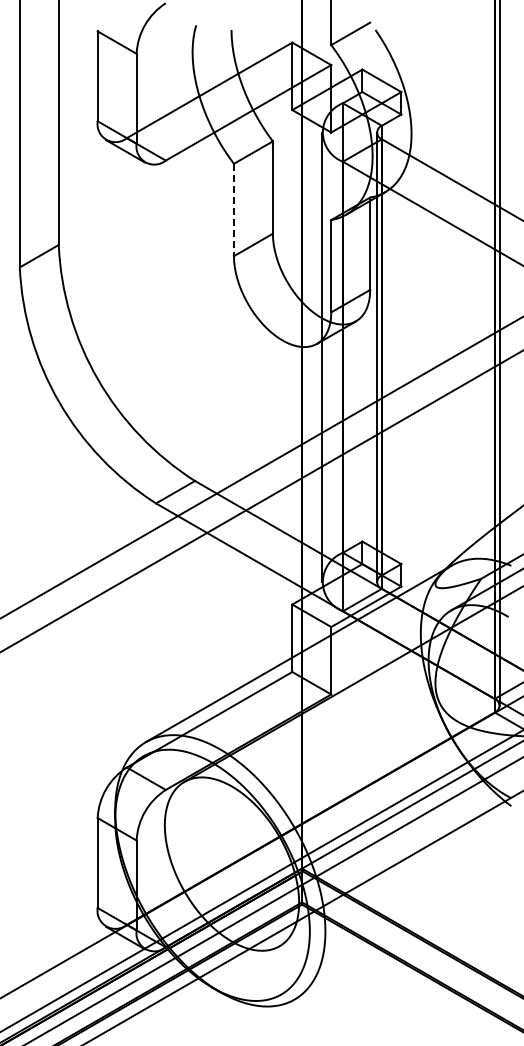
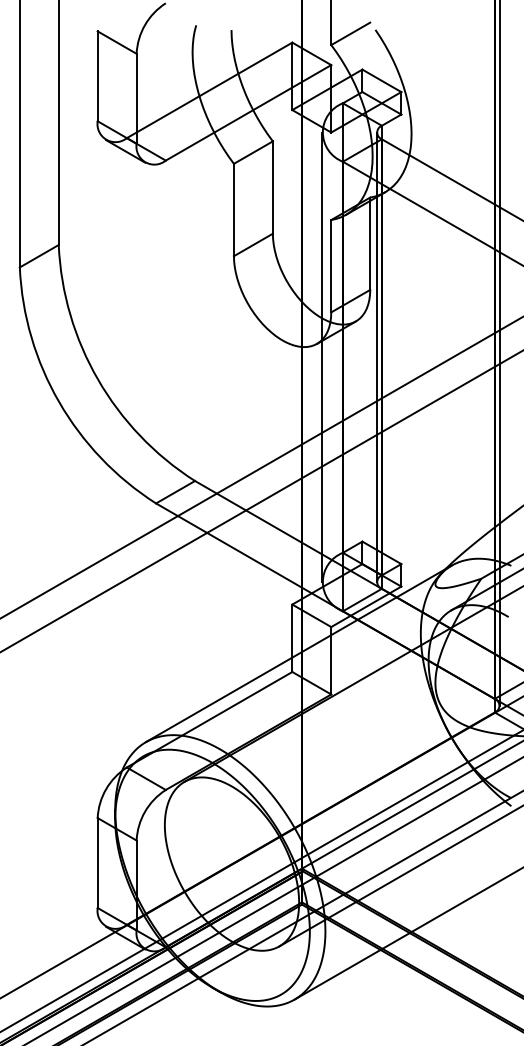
line at (233, 210): dashed -> solid
line at (399, 876): none -> present
line at (407, 934): none -> present
